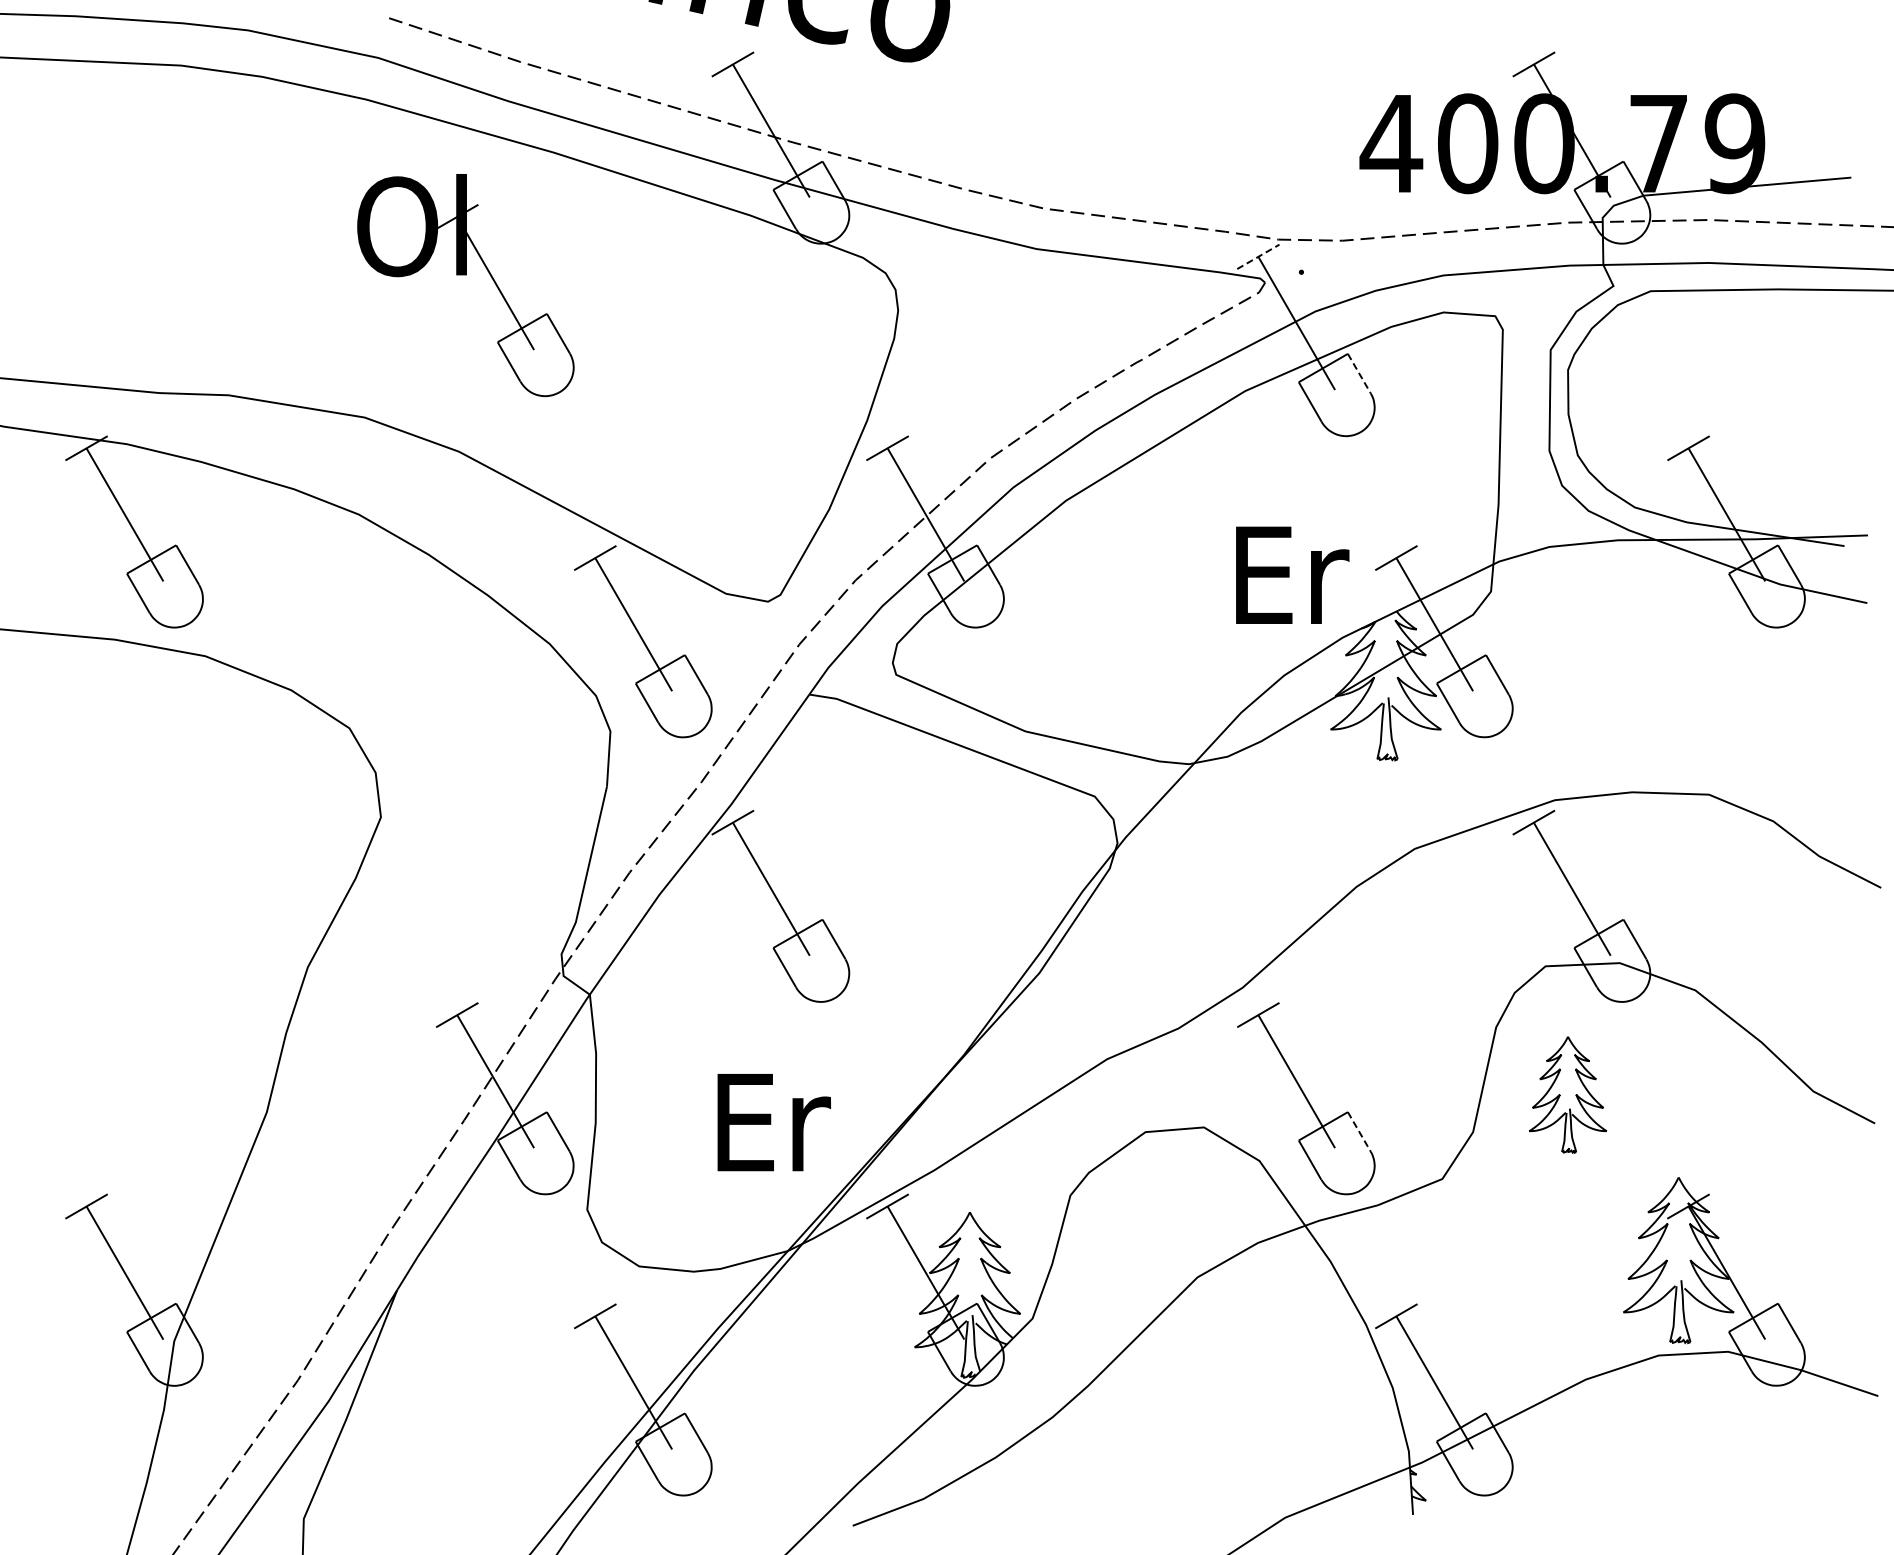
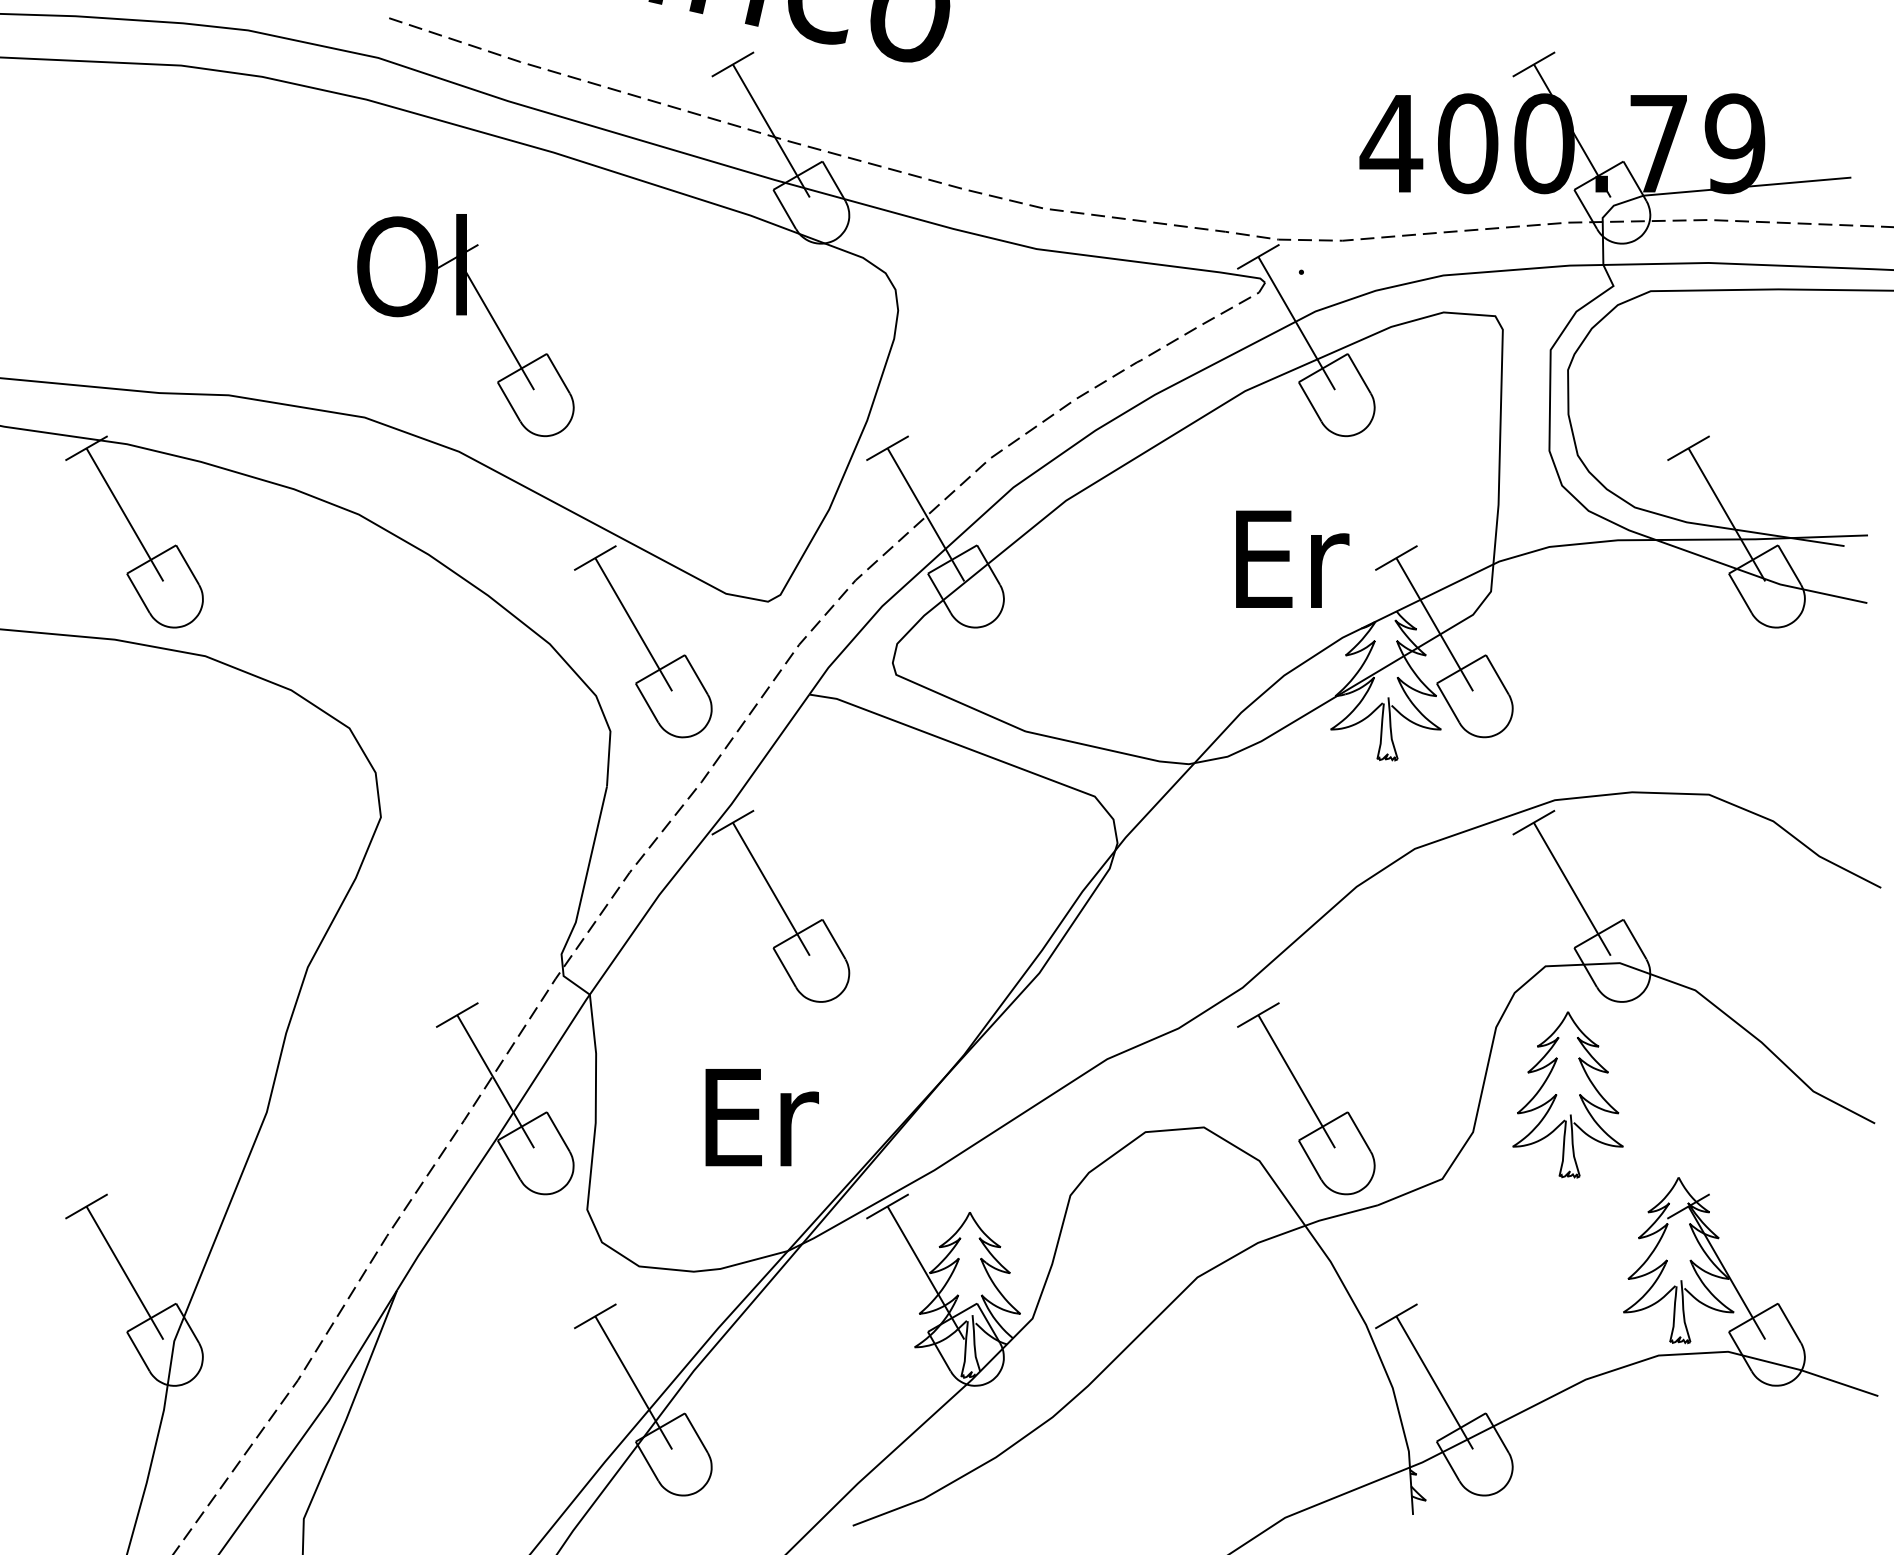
line at (1258, 256): dashed -> solid
part at (465, 275) position: (465, 275) -> (465, 315)
line at (1359, 373): dashed -> solid
text at (1292, 574) position: (1292, 574) -> (1292, 558)
part at (1568, 1094) size: 79x118 px -> 112x168 px
text at (773, 1122) position: (773, 1122) -> (761, 1117)
line at (1359, 1131): dashed -> solid
